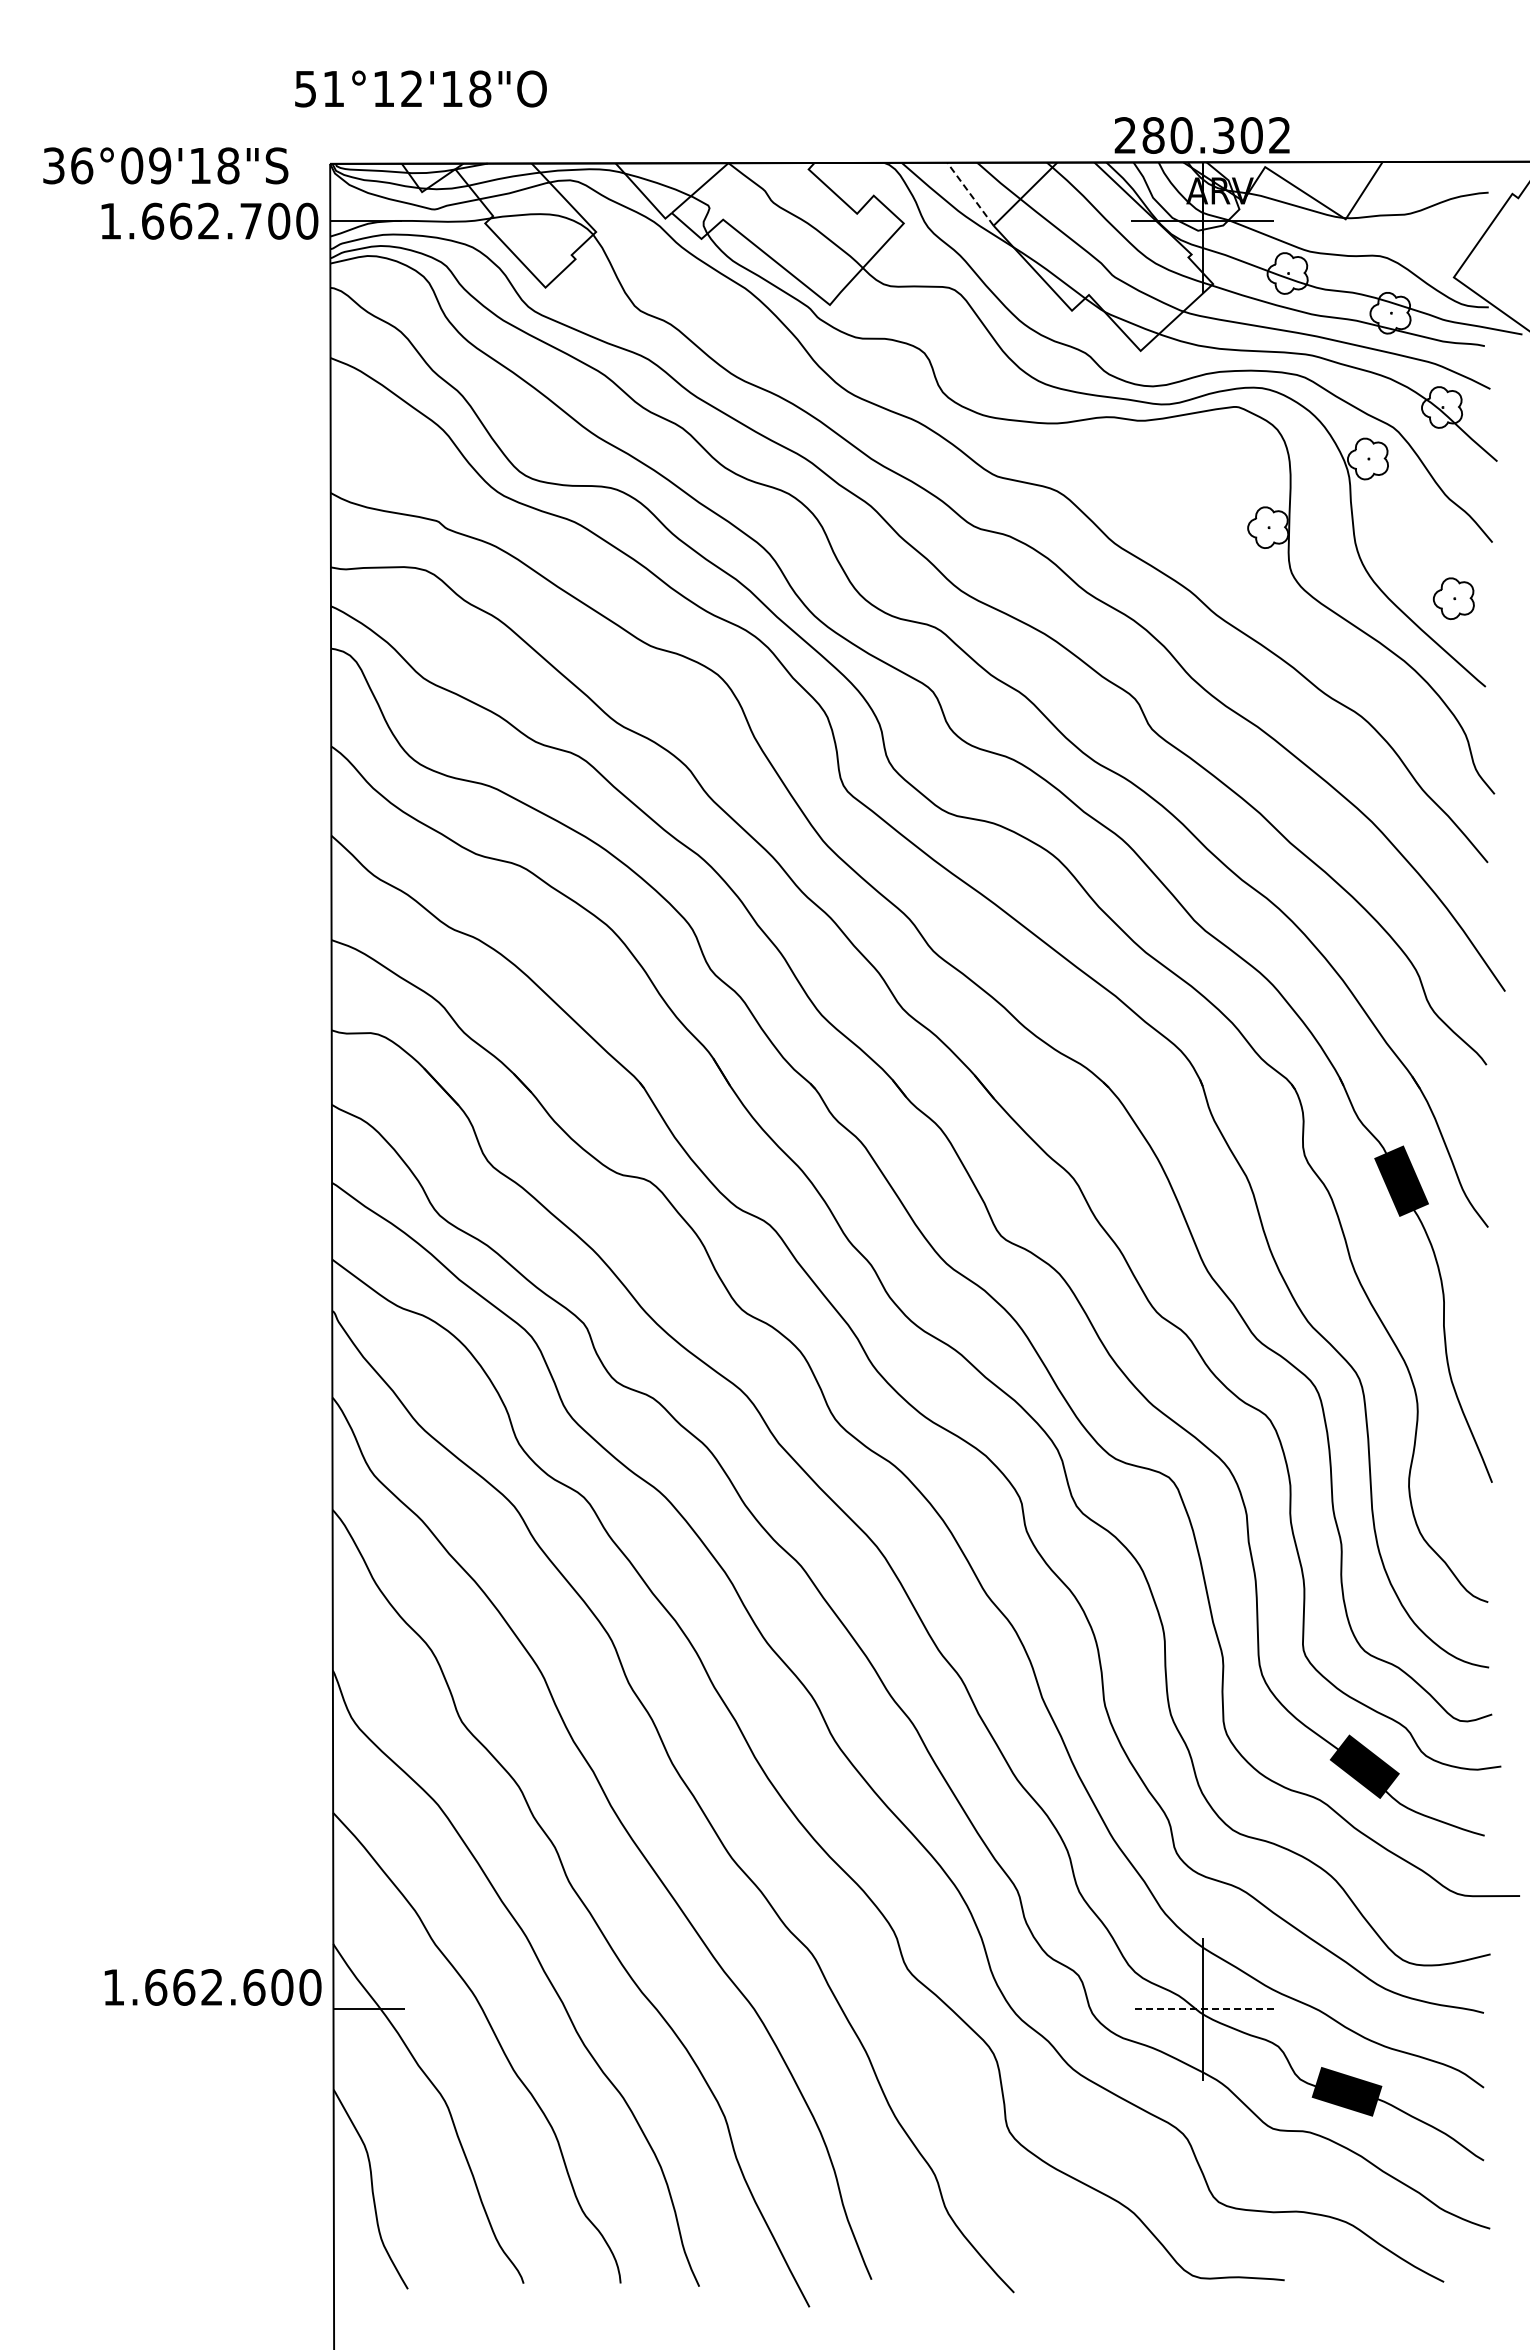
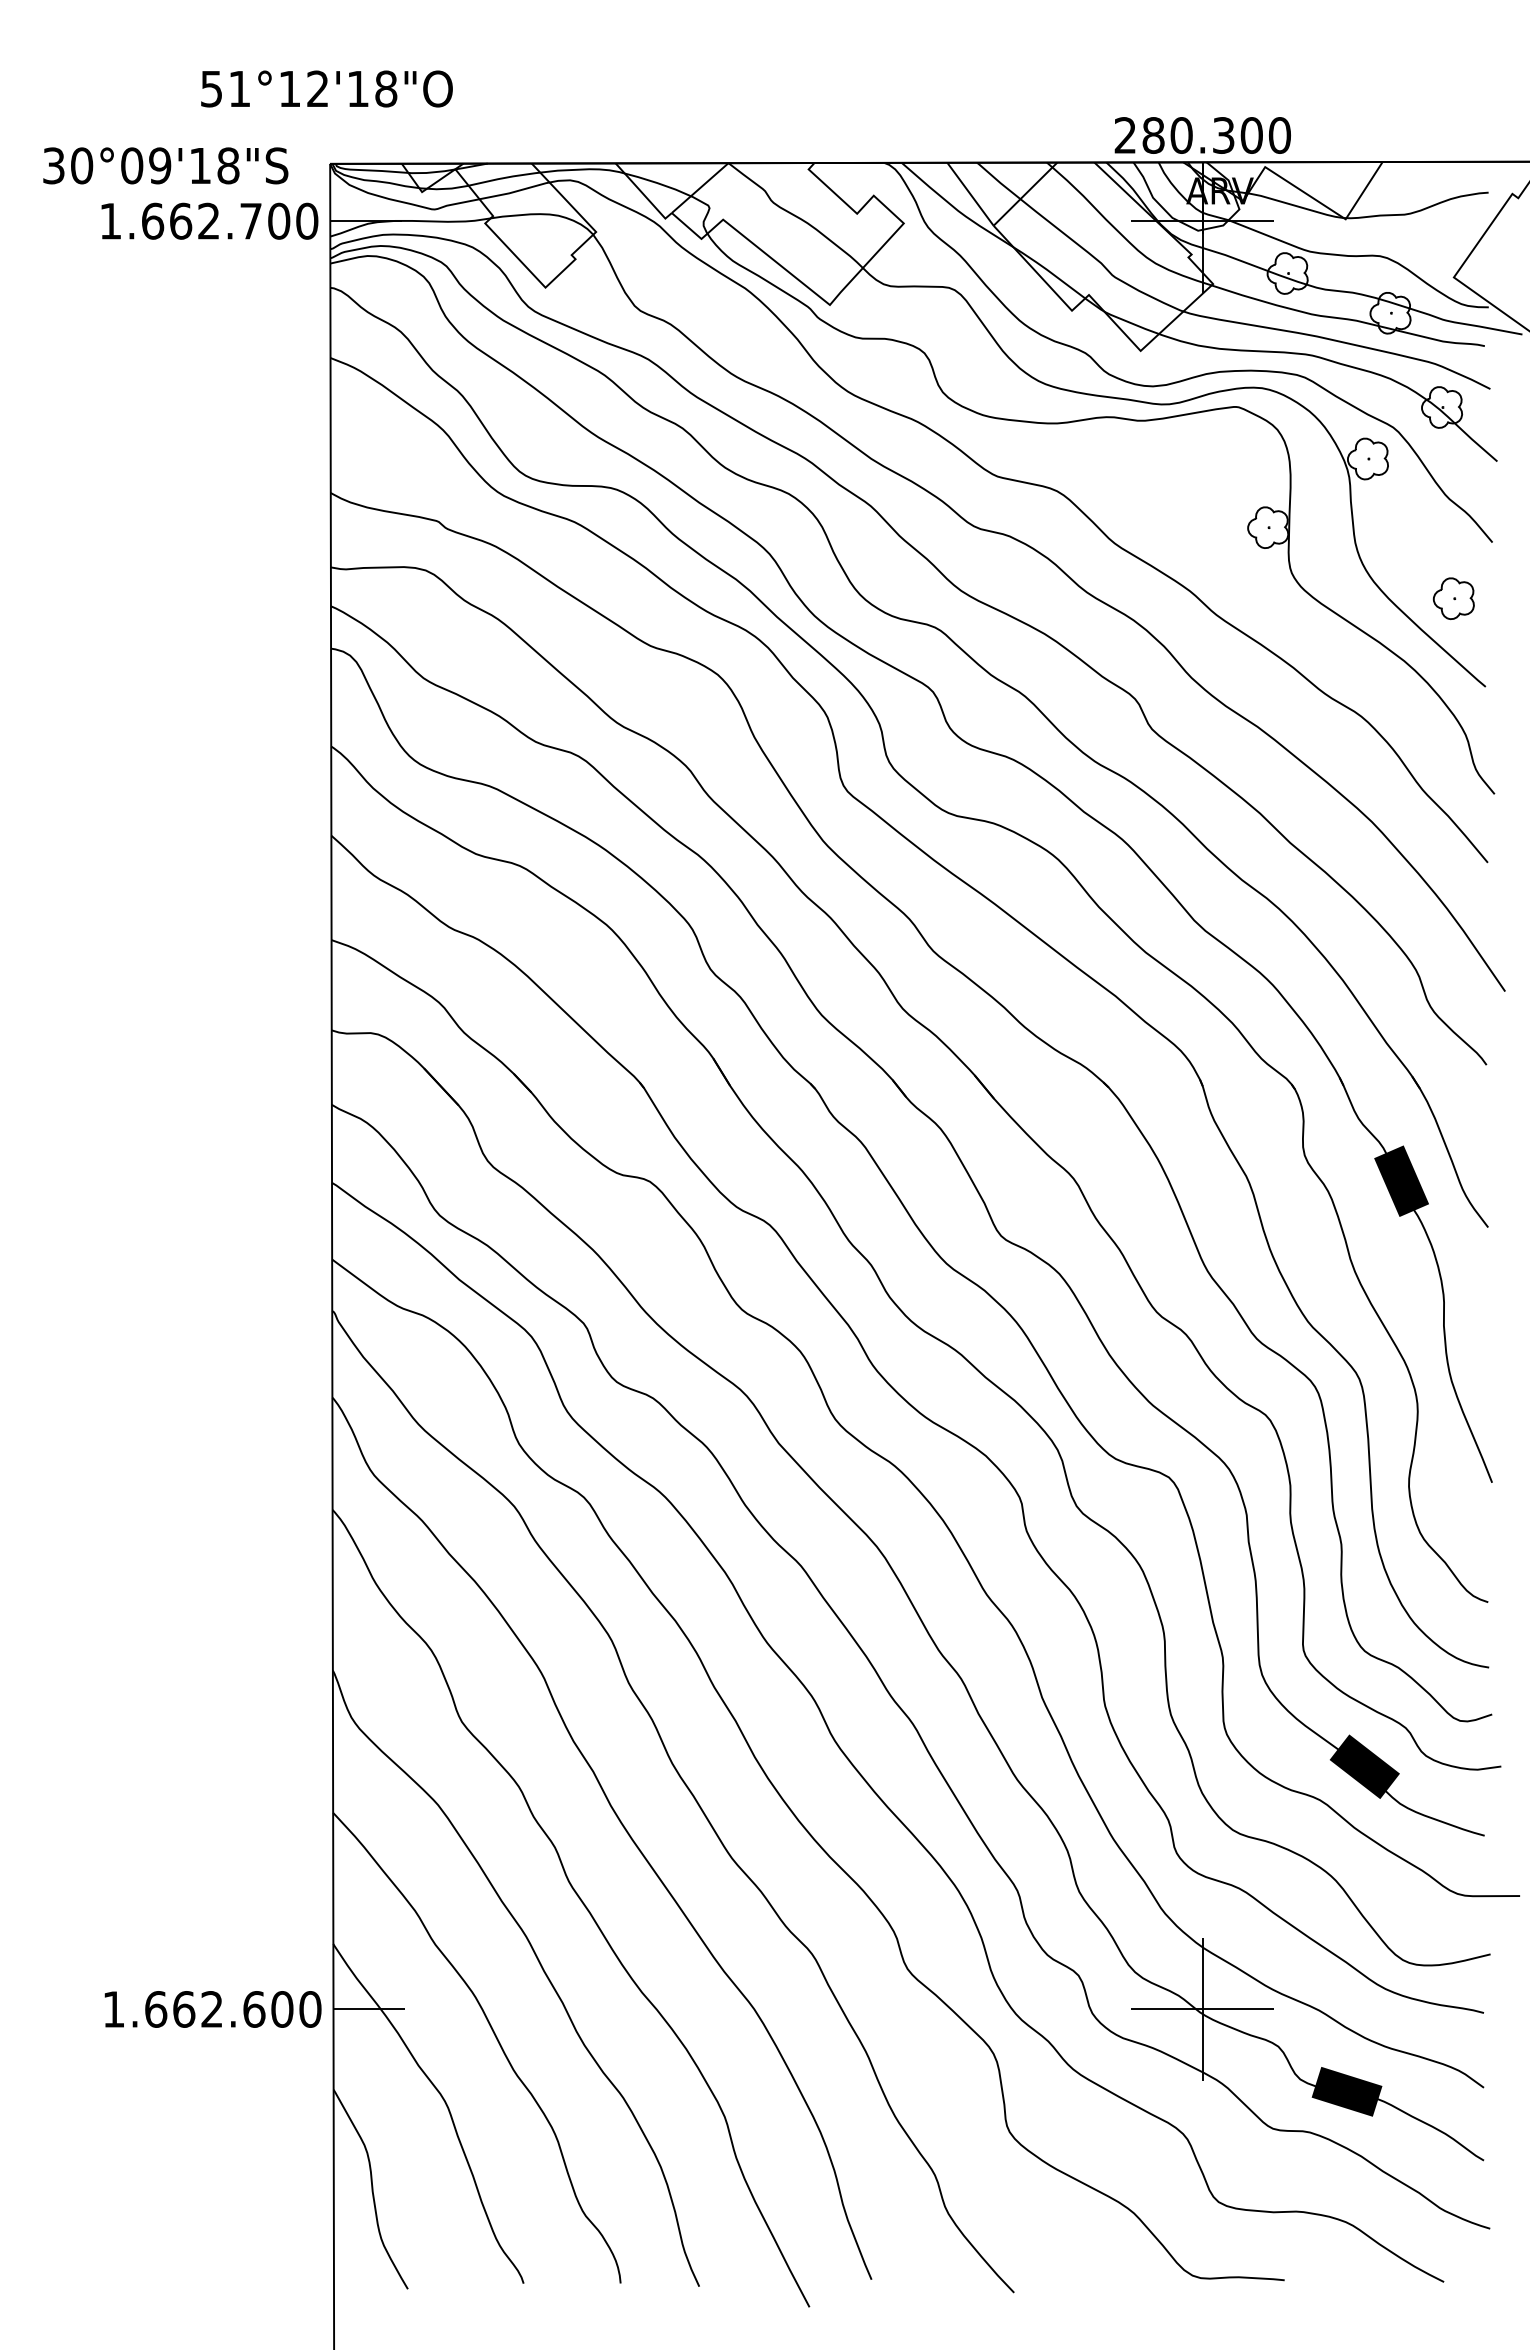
text at (420, 88) position: (420, 88) -> (326, 88)
text at (1279, 135): 280.302 -> 280.300
text at (82, 165): 36°09'18"S -> 30°09'18"S
line at (970, 193): dashed -> solid
text at (212, 1987) position: (212, 1987) -> (212, 2009)
line at (1202, 2009): dashed -> solid
